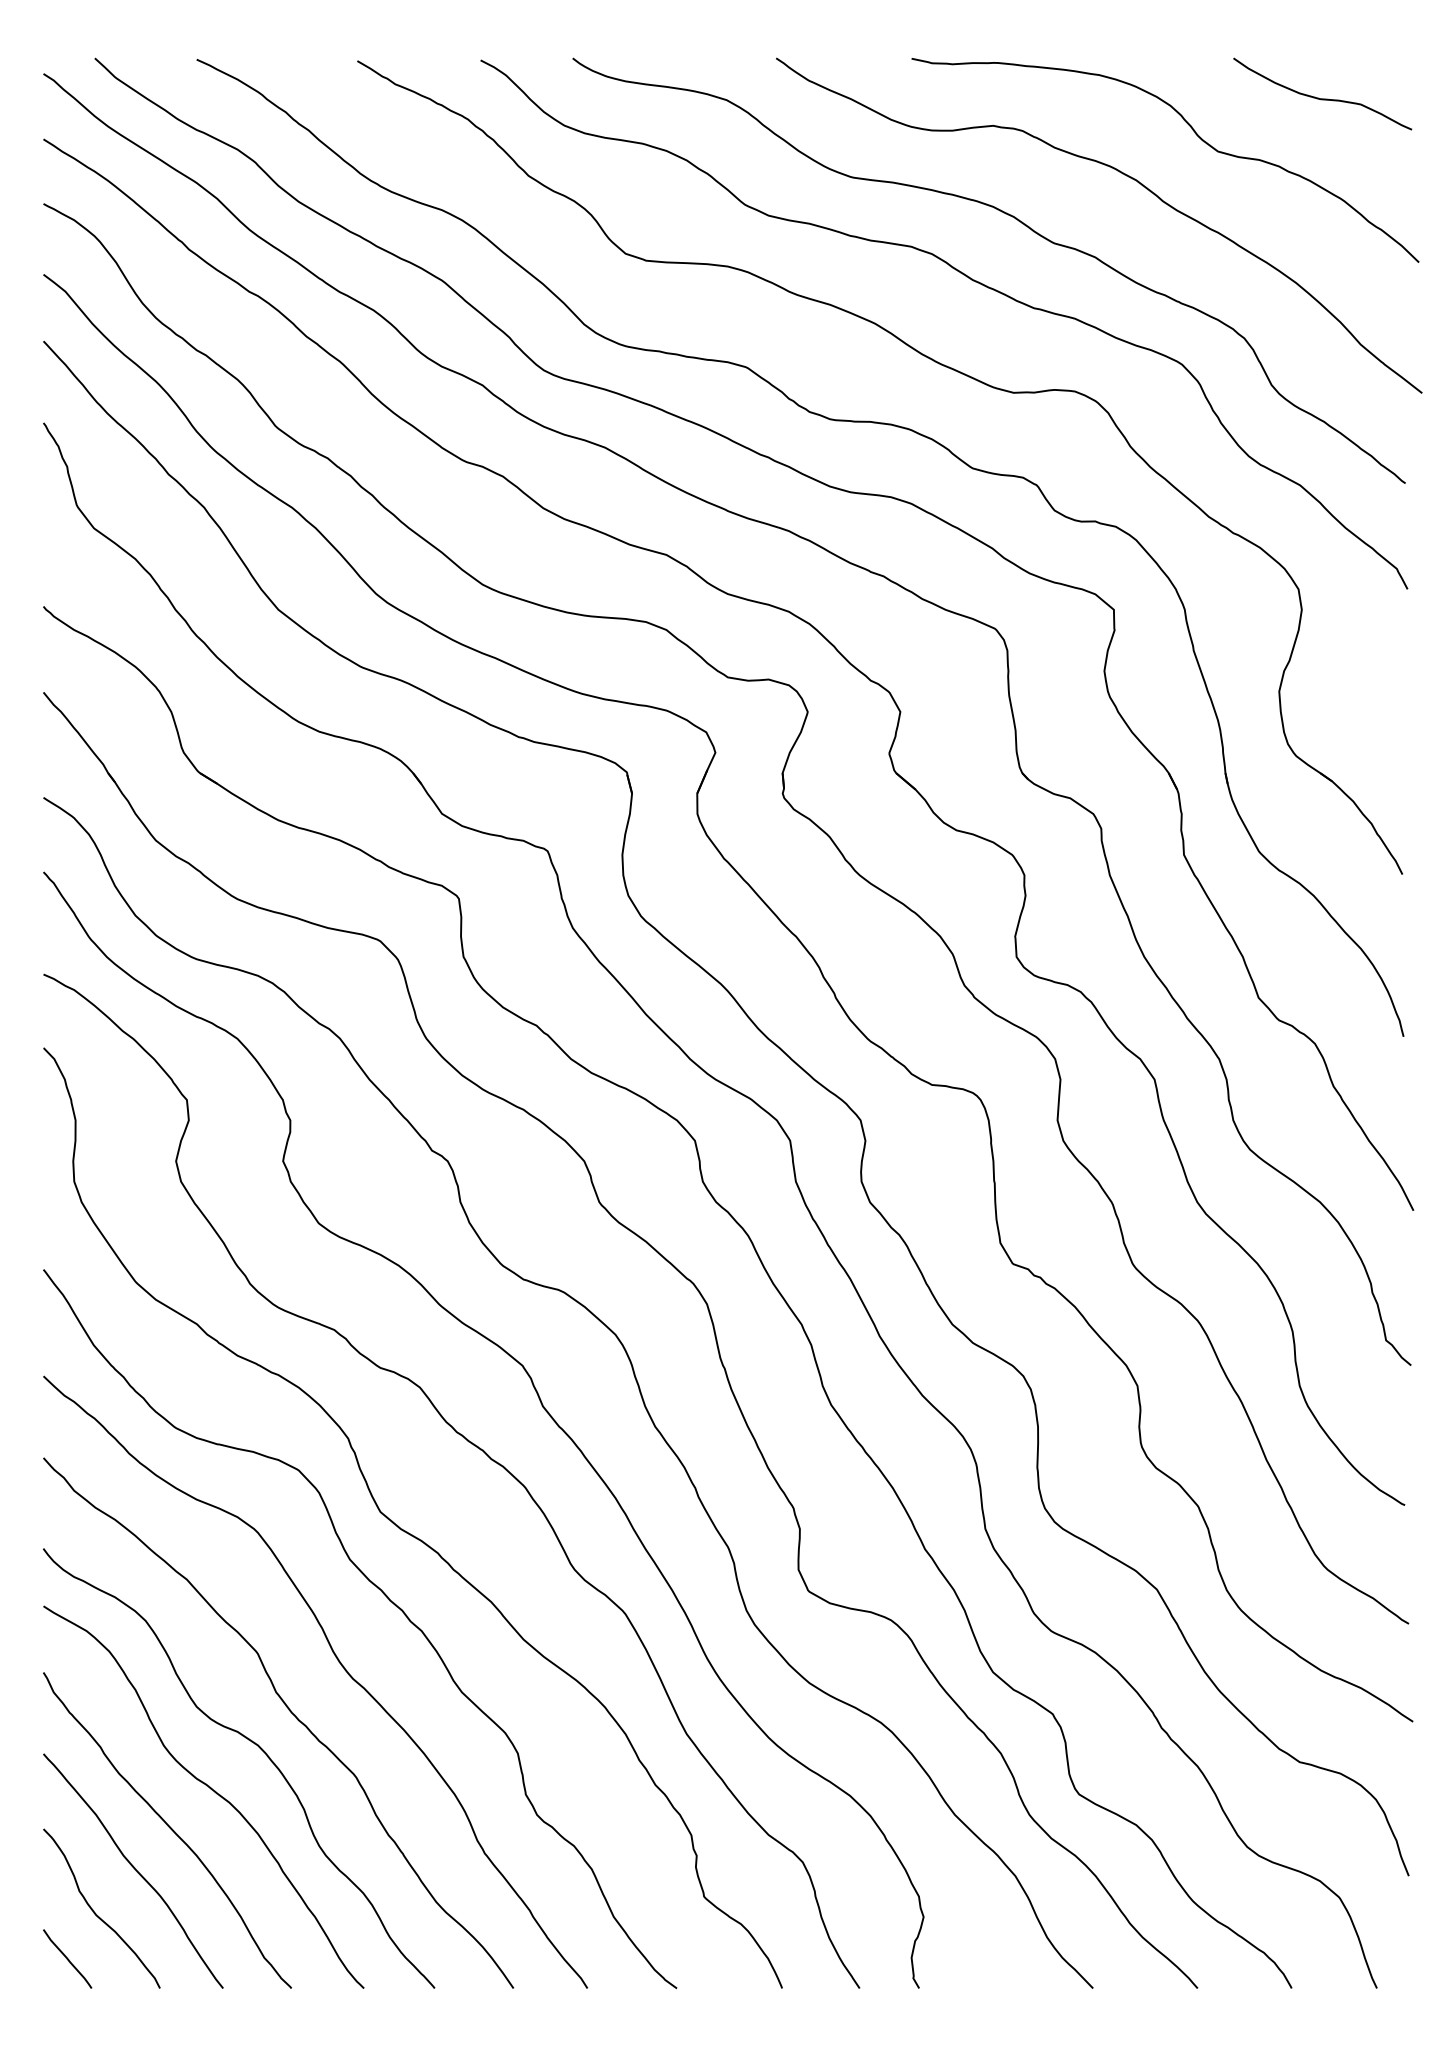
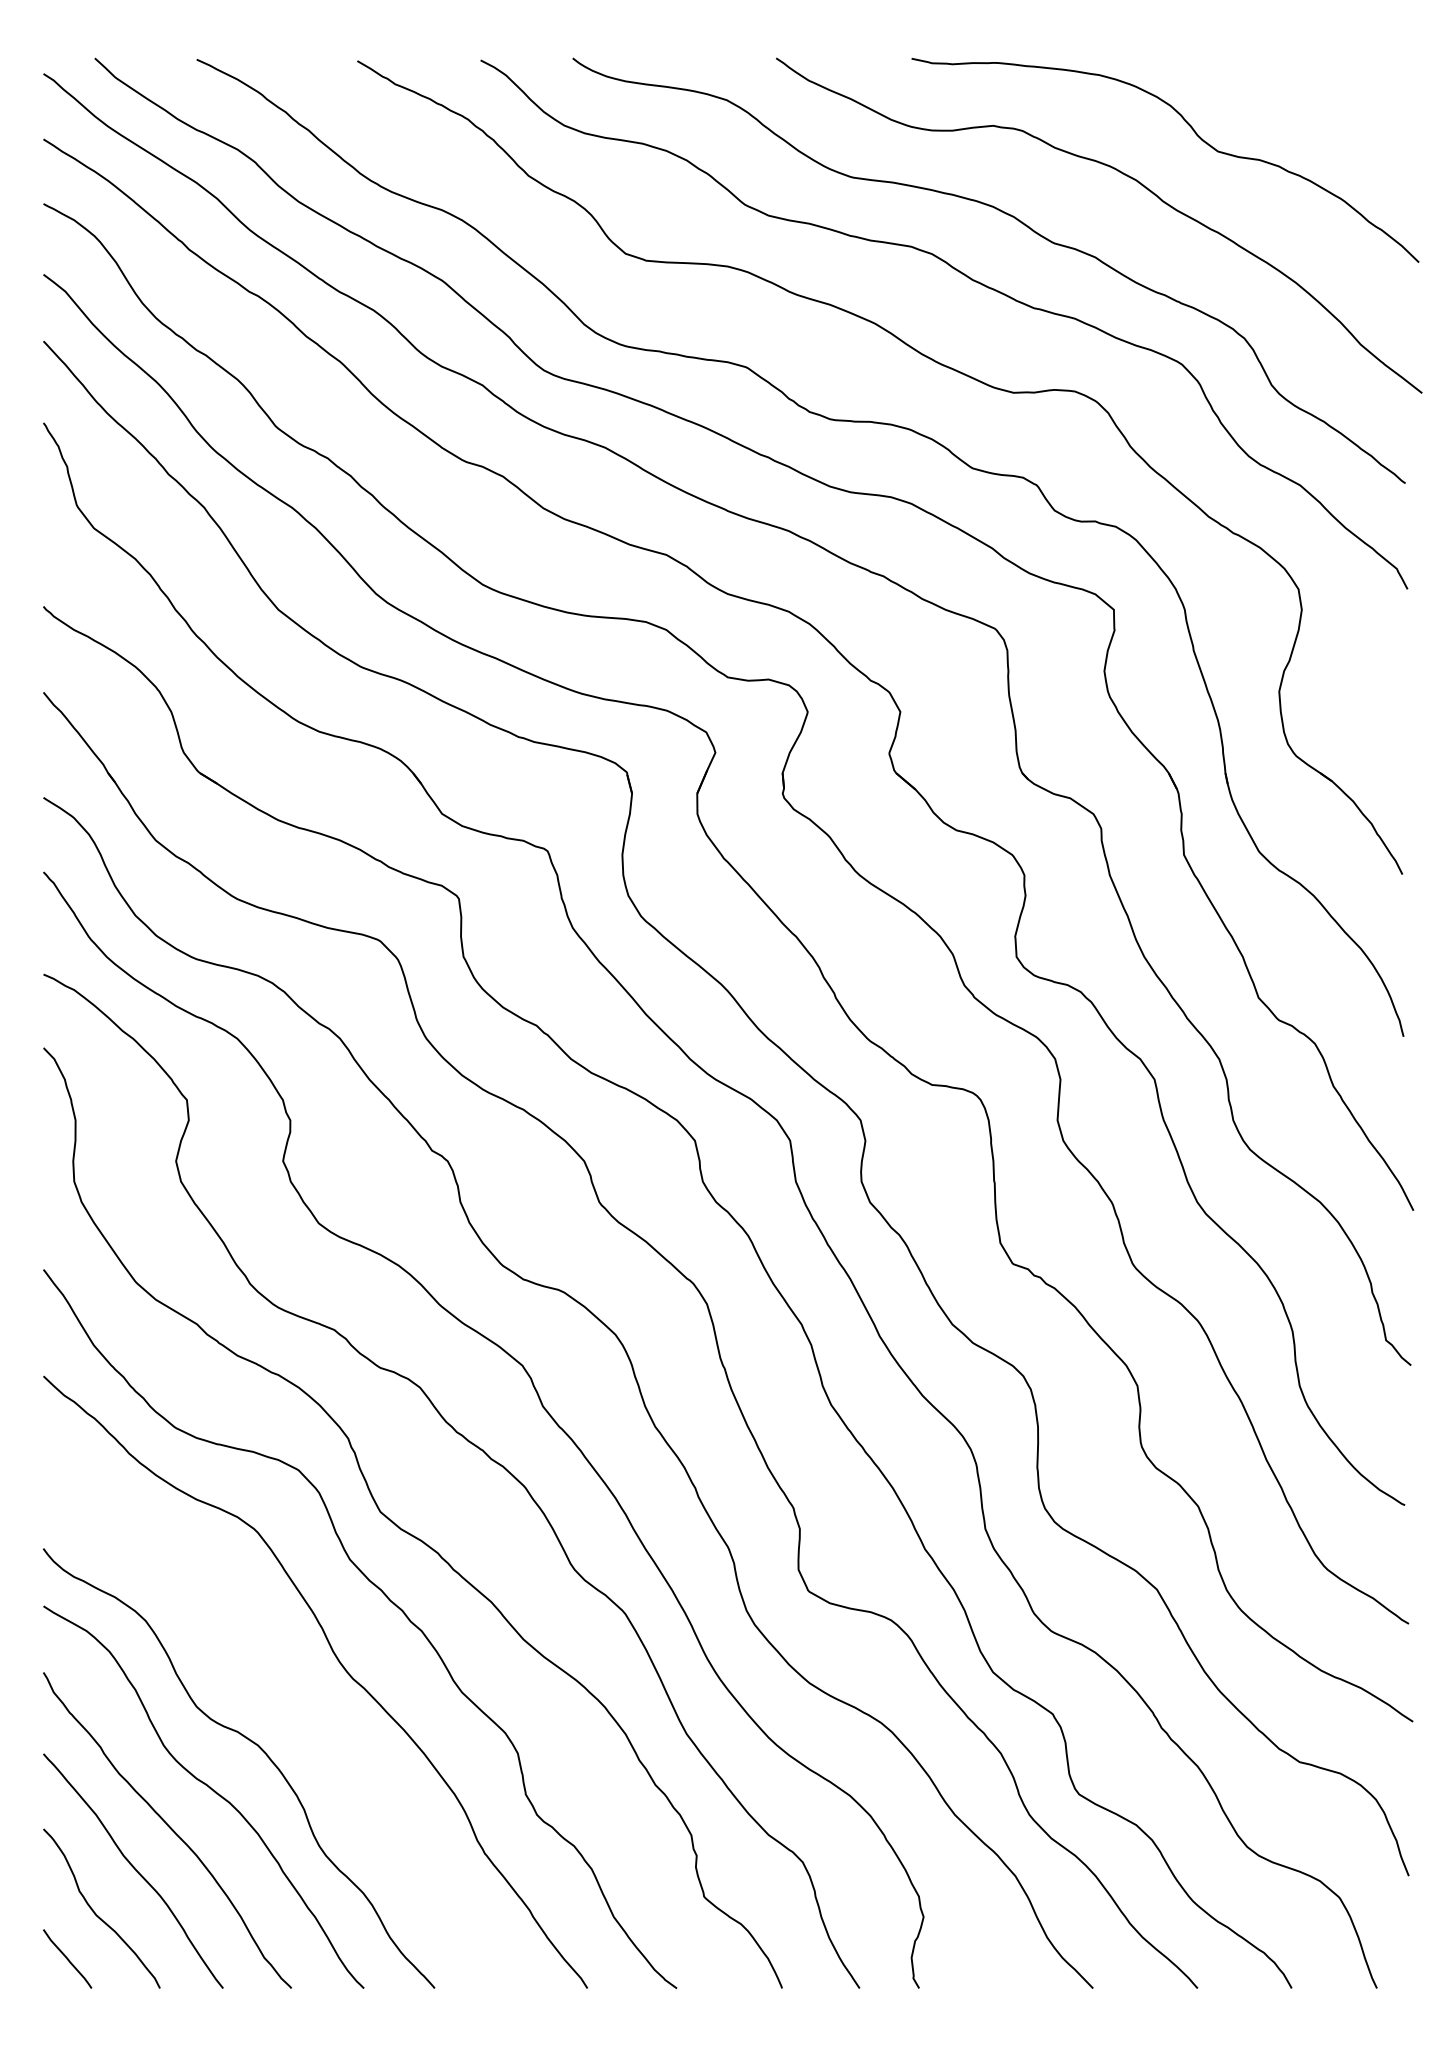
curve at (1322, 98): present -> none
curve at (289, 1711): present -> none
